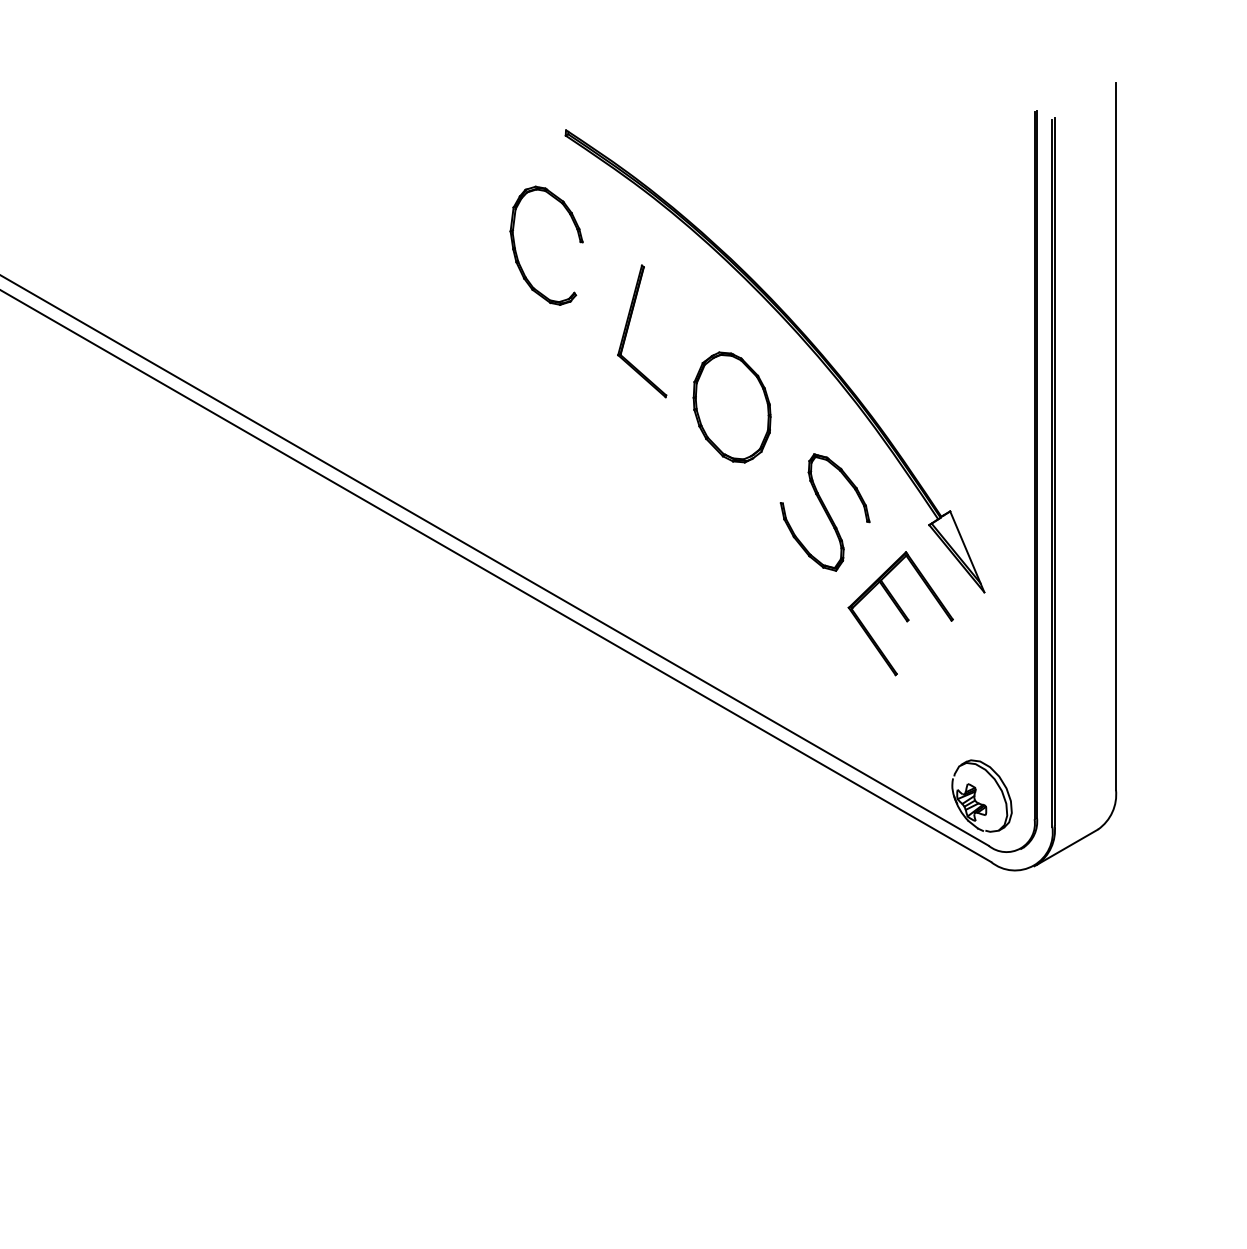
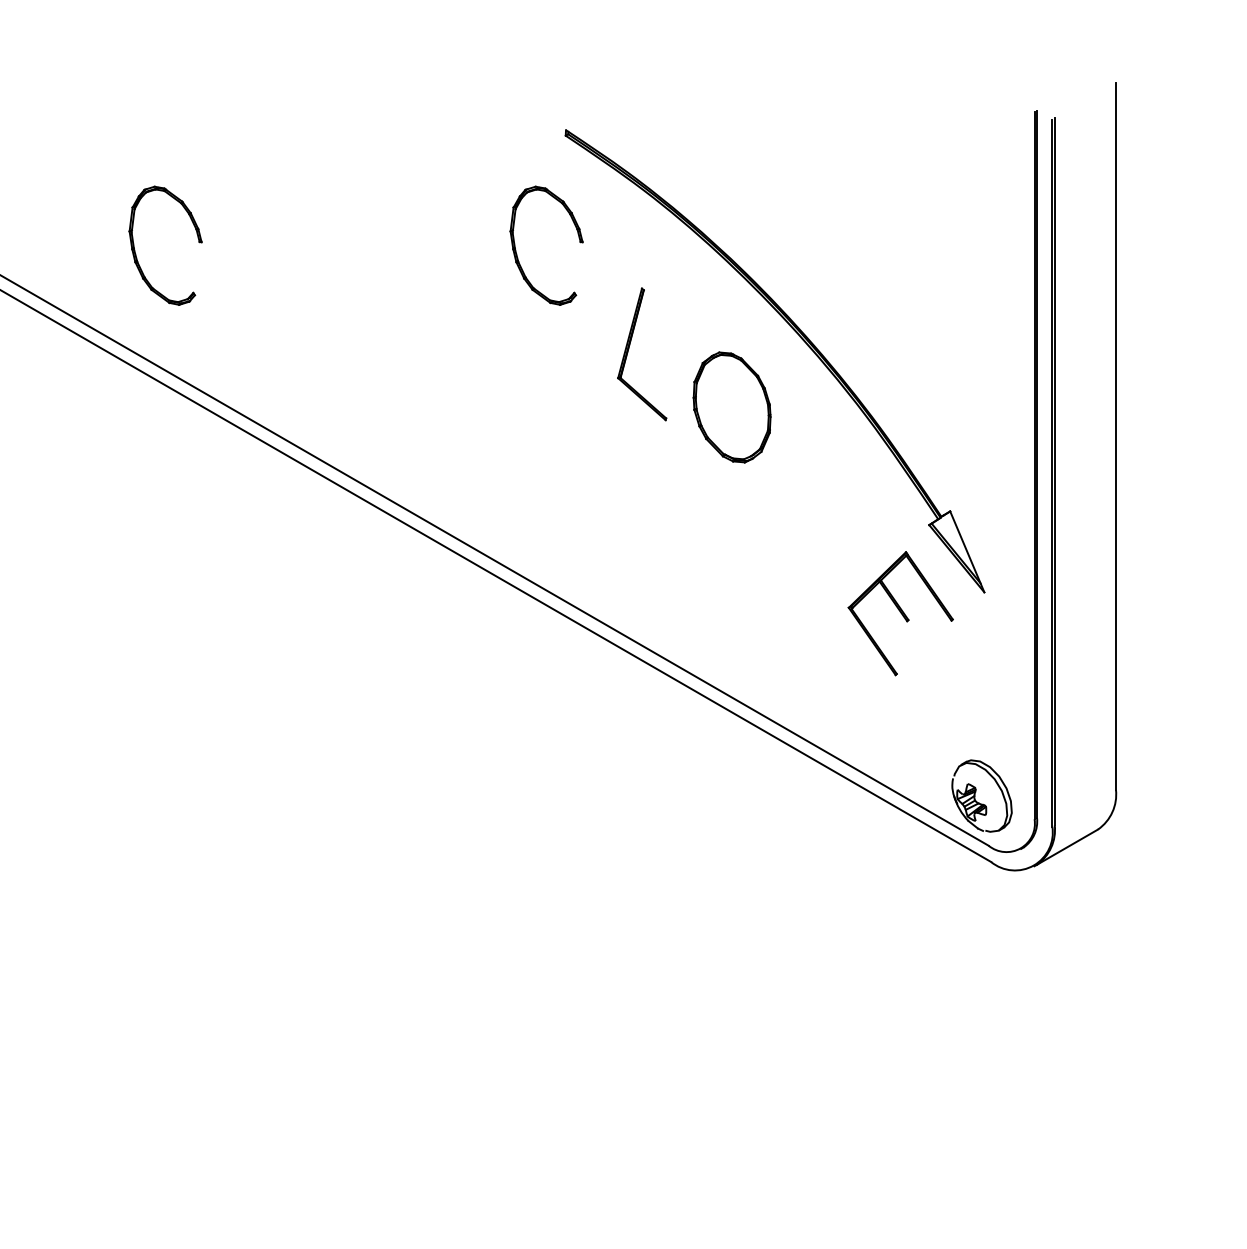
part at (136, 254): none -> present
part at (629, 326) position: (629, 326) -> (629, 349)
part at (824, 512): present -> none
